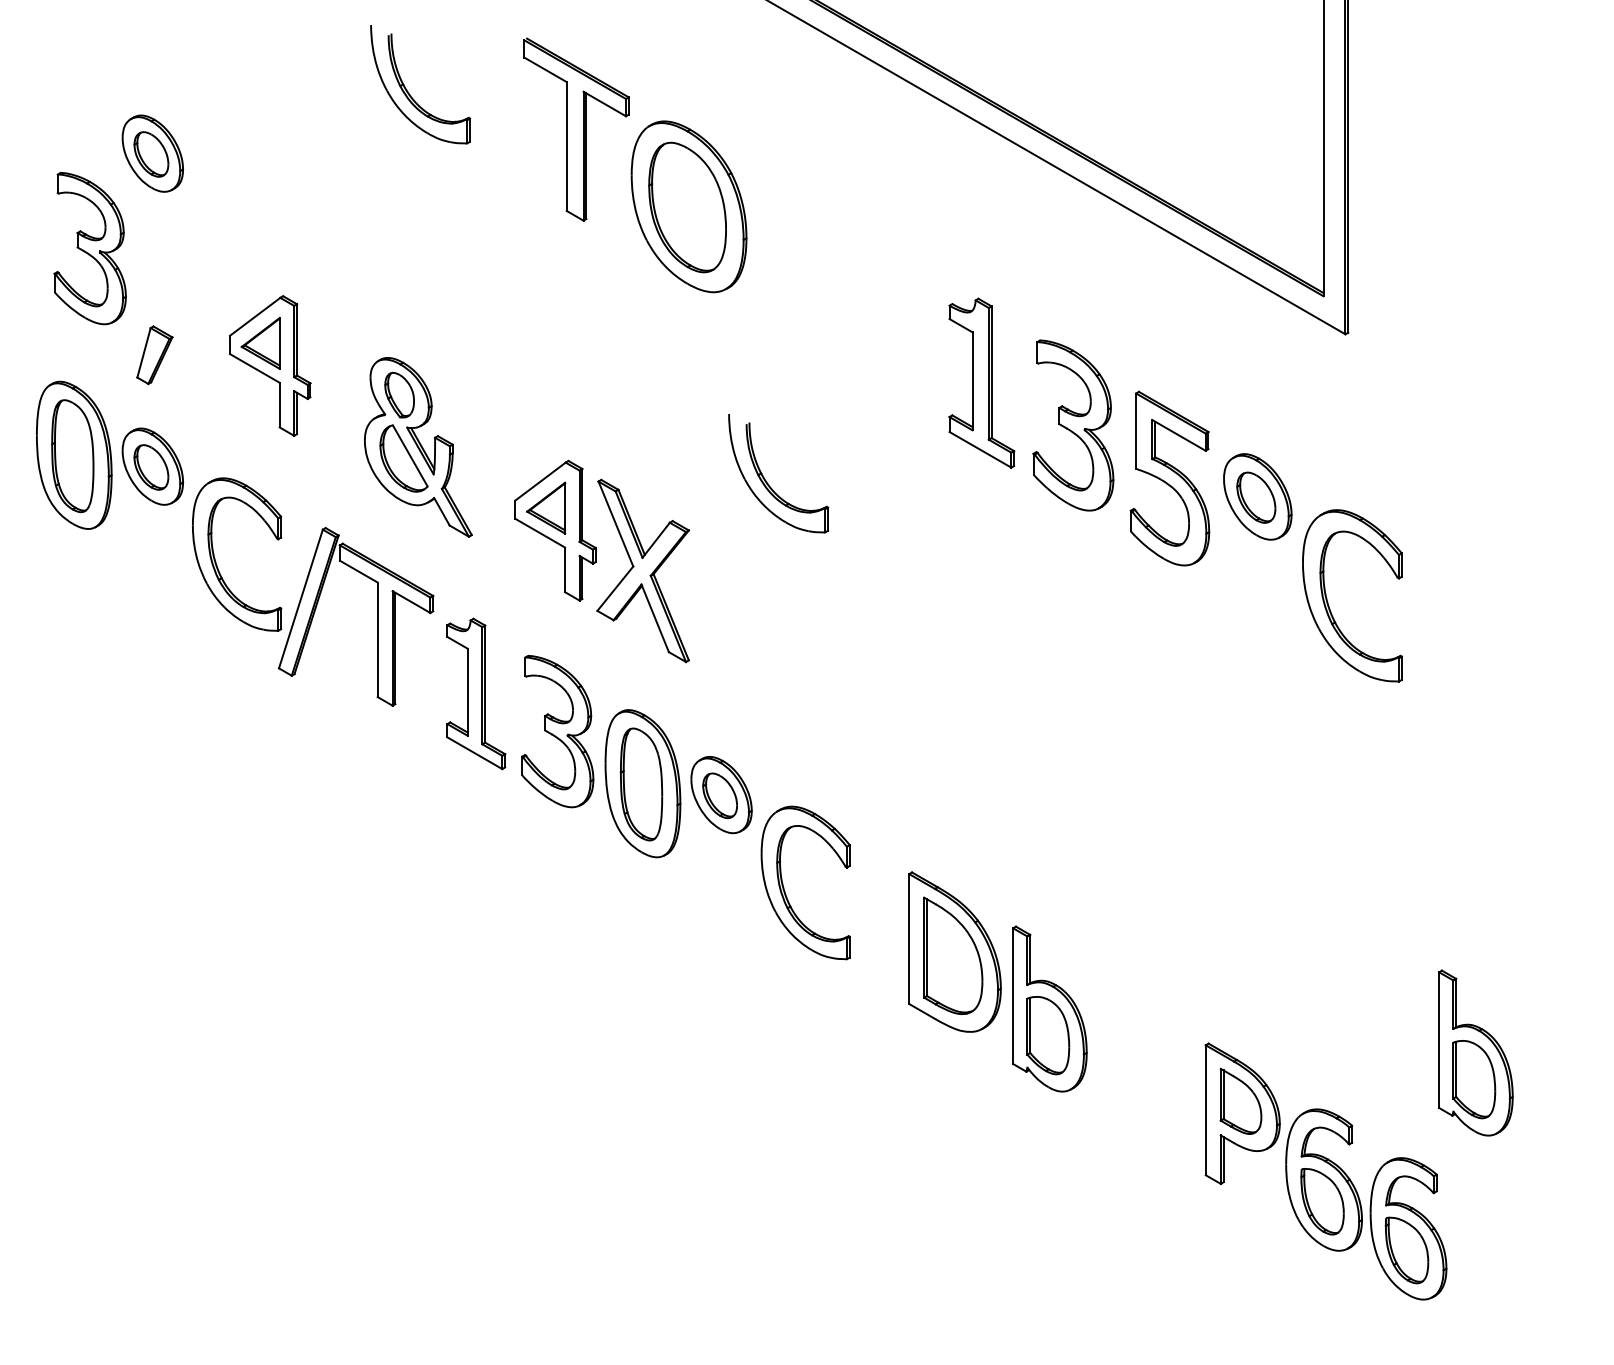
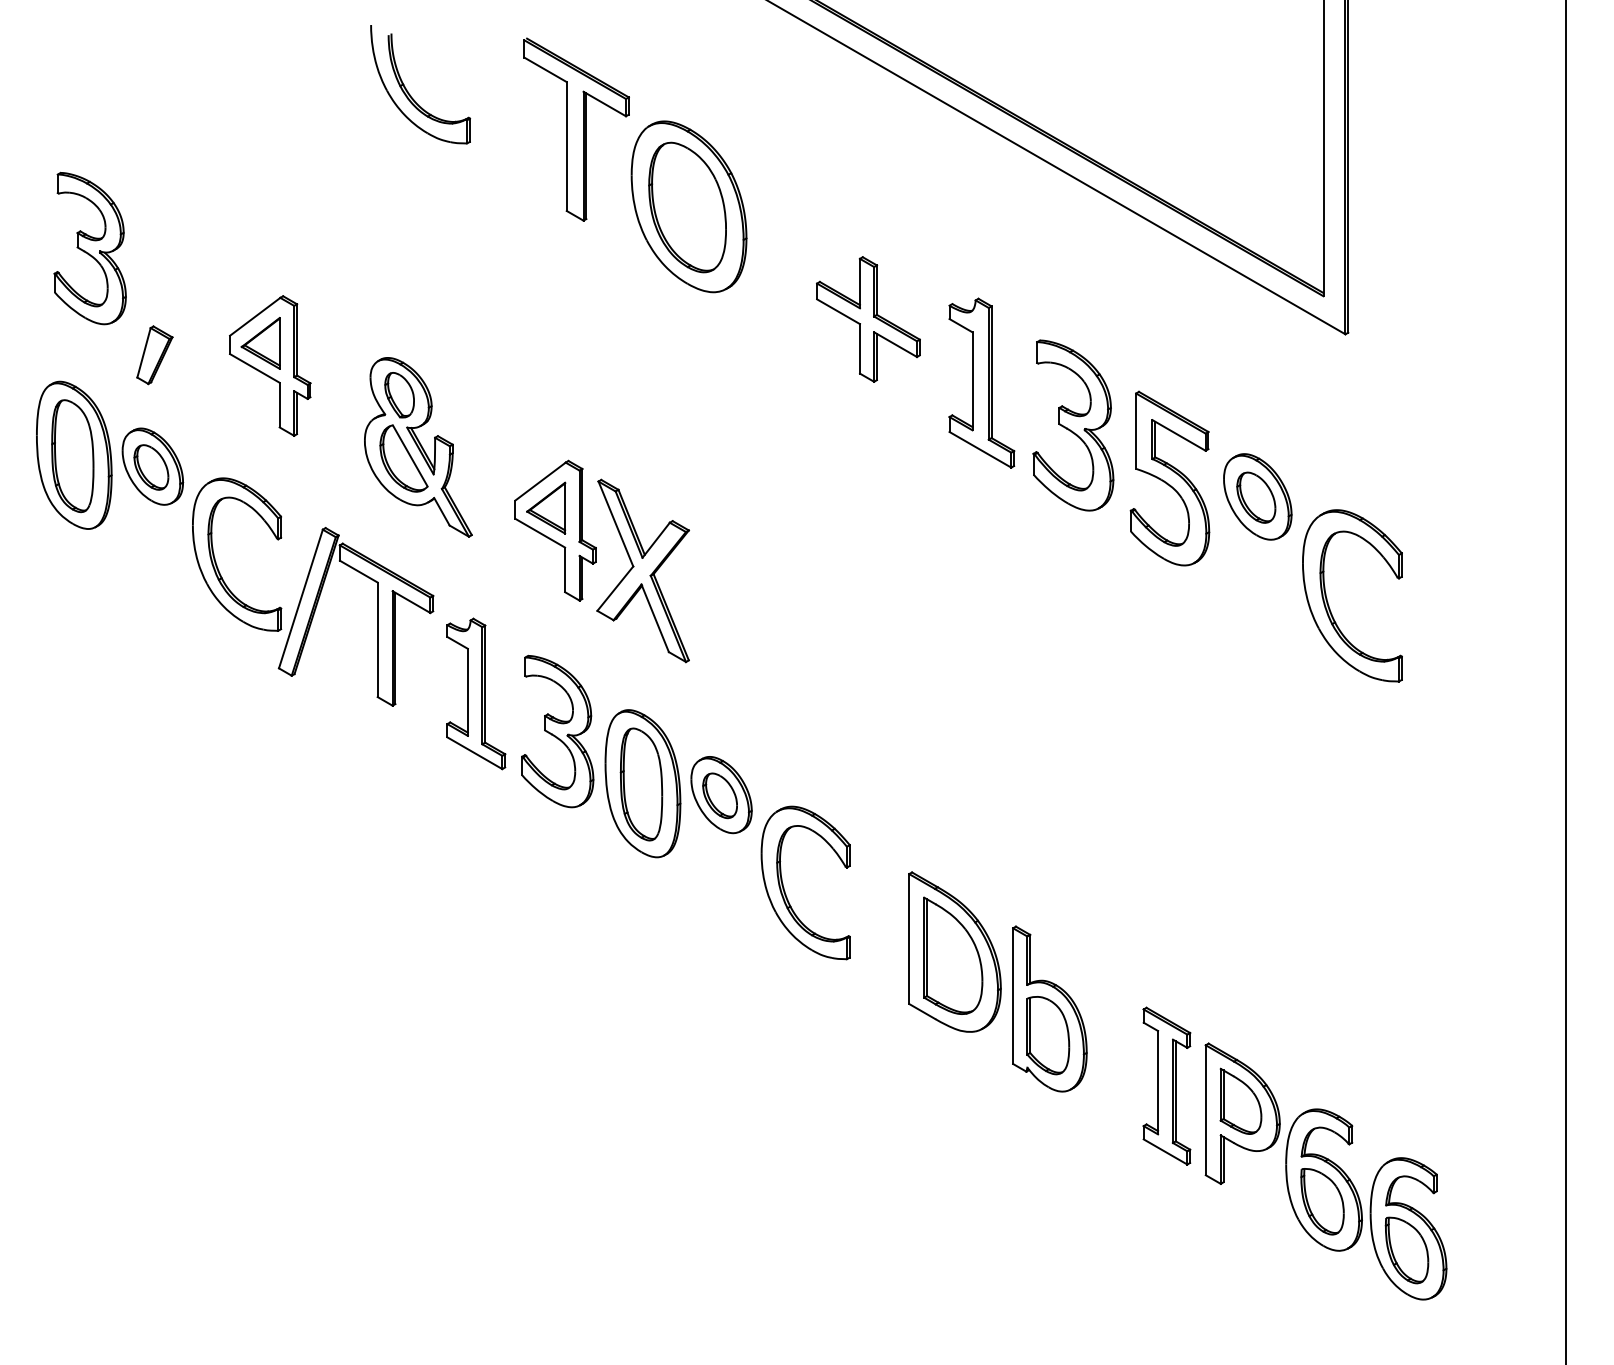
part at (152, 153): present -> none
part at (868, 319): none -> present
part at (766, 480): present -> none
line at (1565, 681): none -> present
part at (1475, 1052): present -> none
part at (1166, 1085): none -> present
